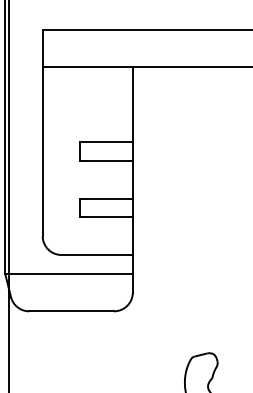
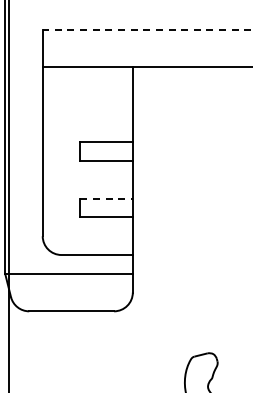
line at (147, 29): solid -> dashed
line at (107, 198): solid -> dashed
